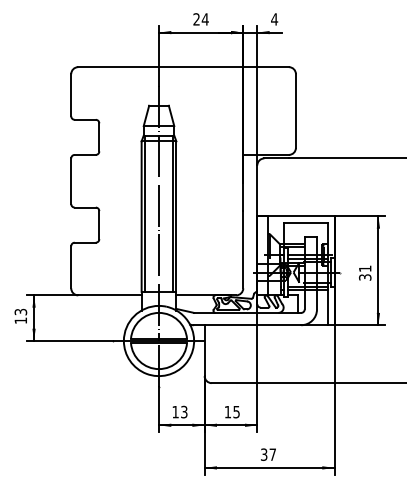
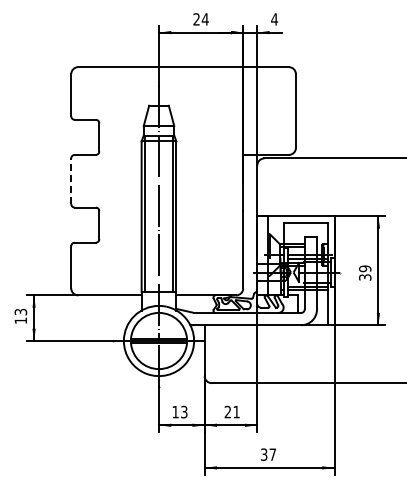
line at (71, 181): solid -> dashed
text at (365, 268): 31 -> 39
text at (231, 411): 15 -> 21
